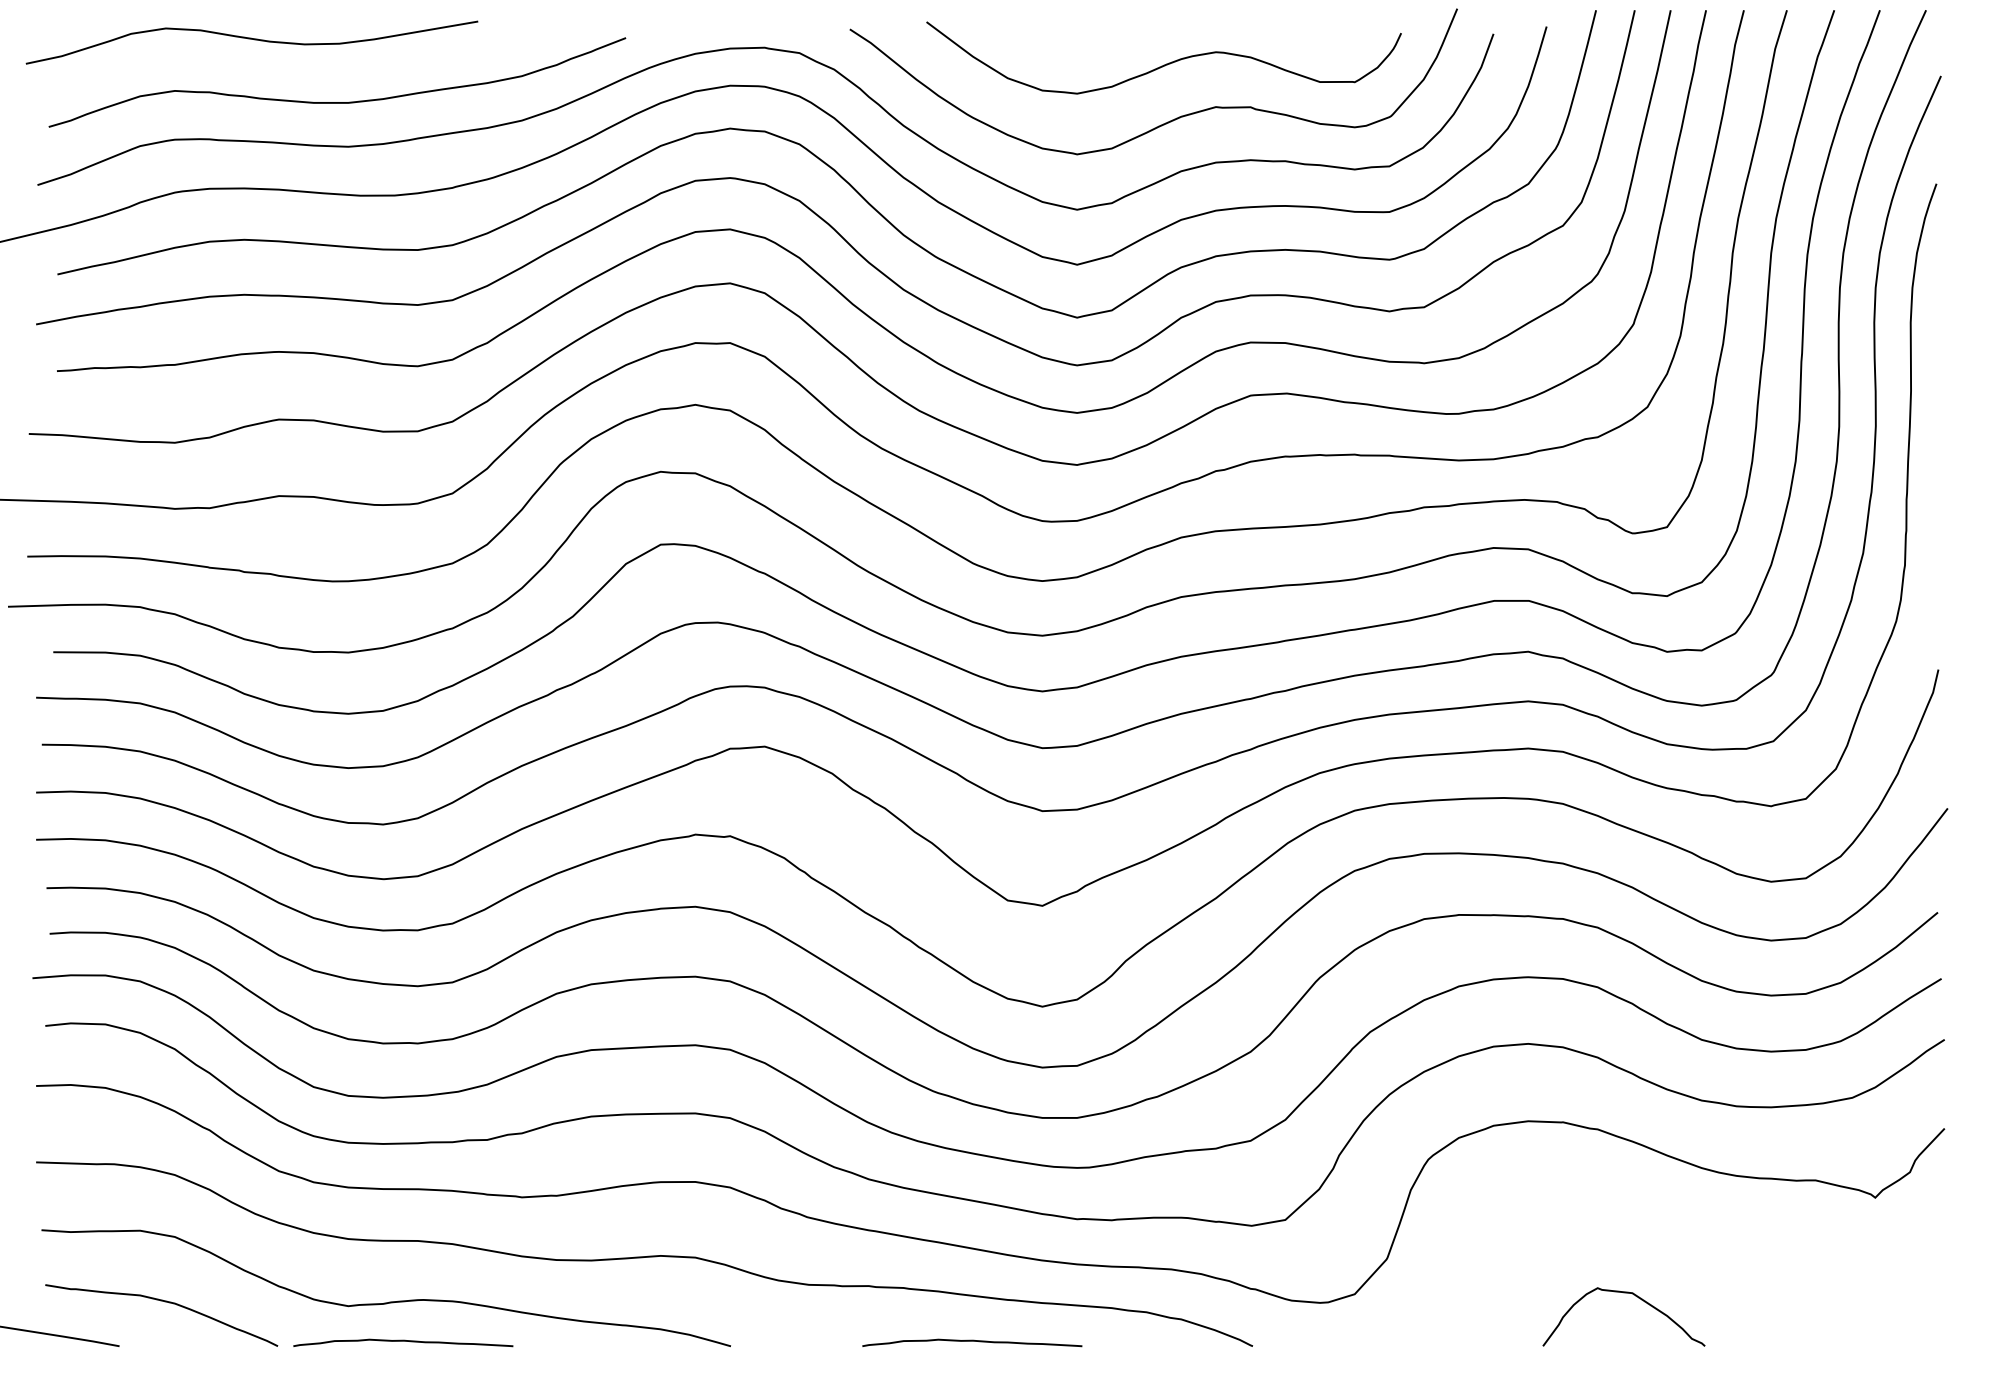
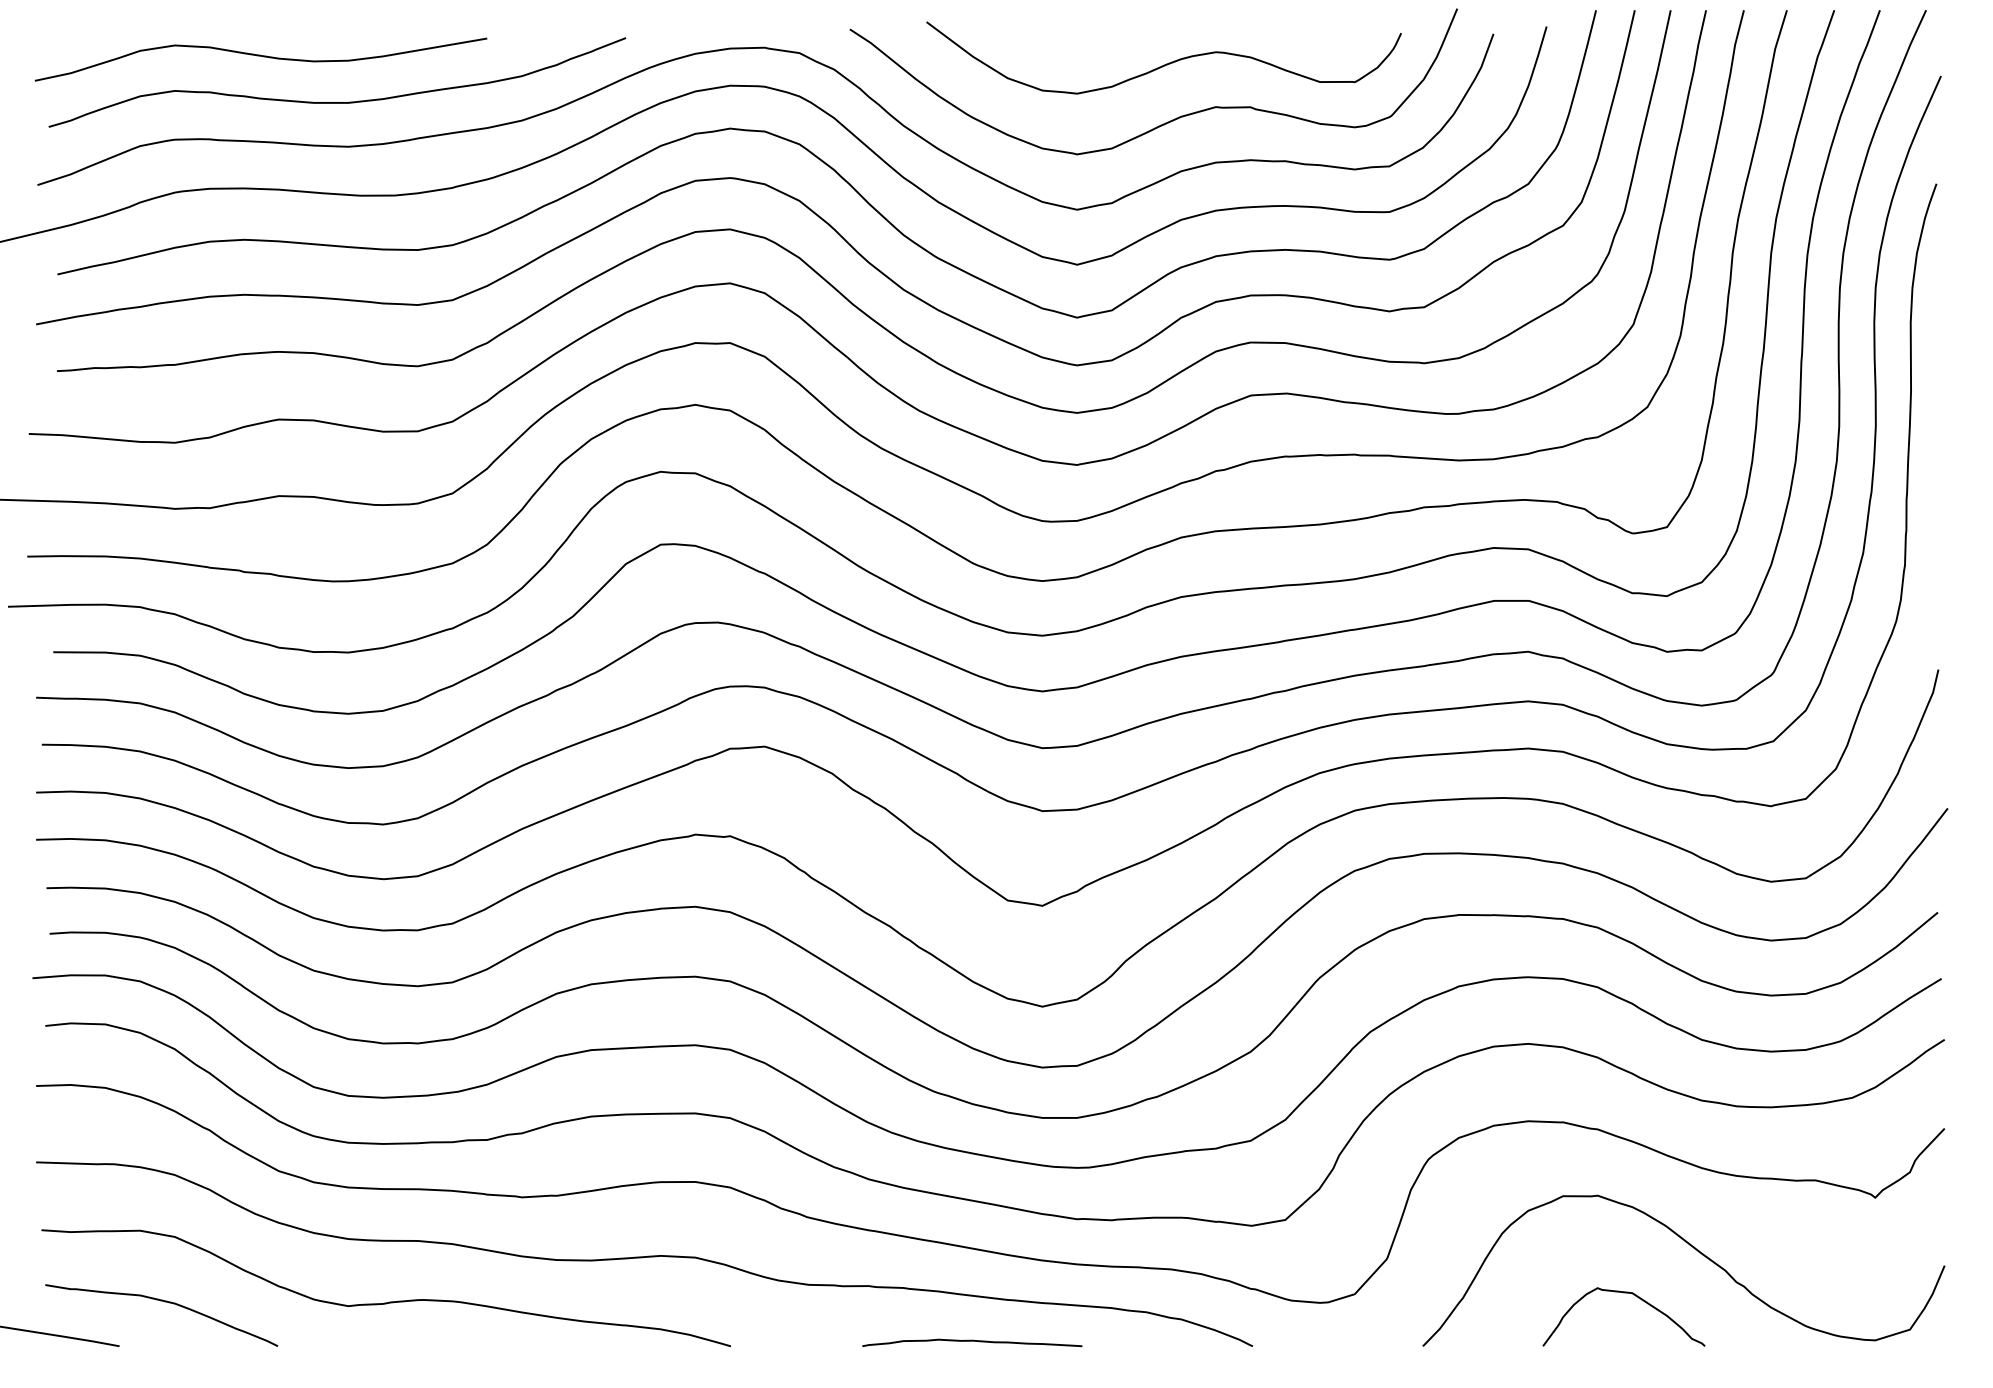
curve at (251, 39) position: (251, 39) -> (260, 56)
curve at (1699, 1253): none -> present
curve at (403, 1341): present -> none
